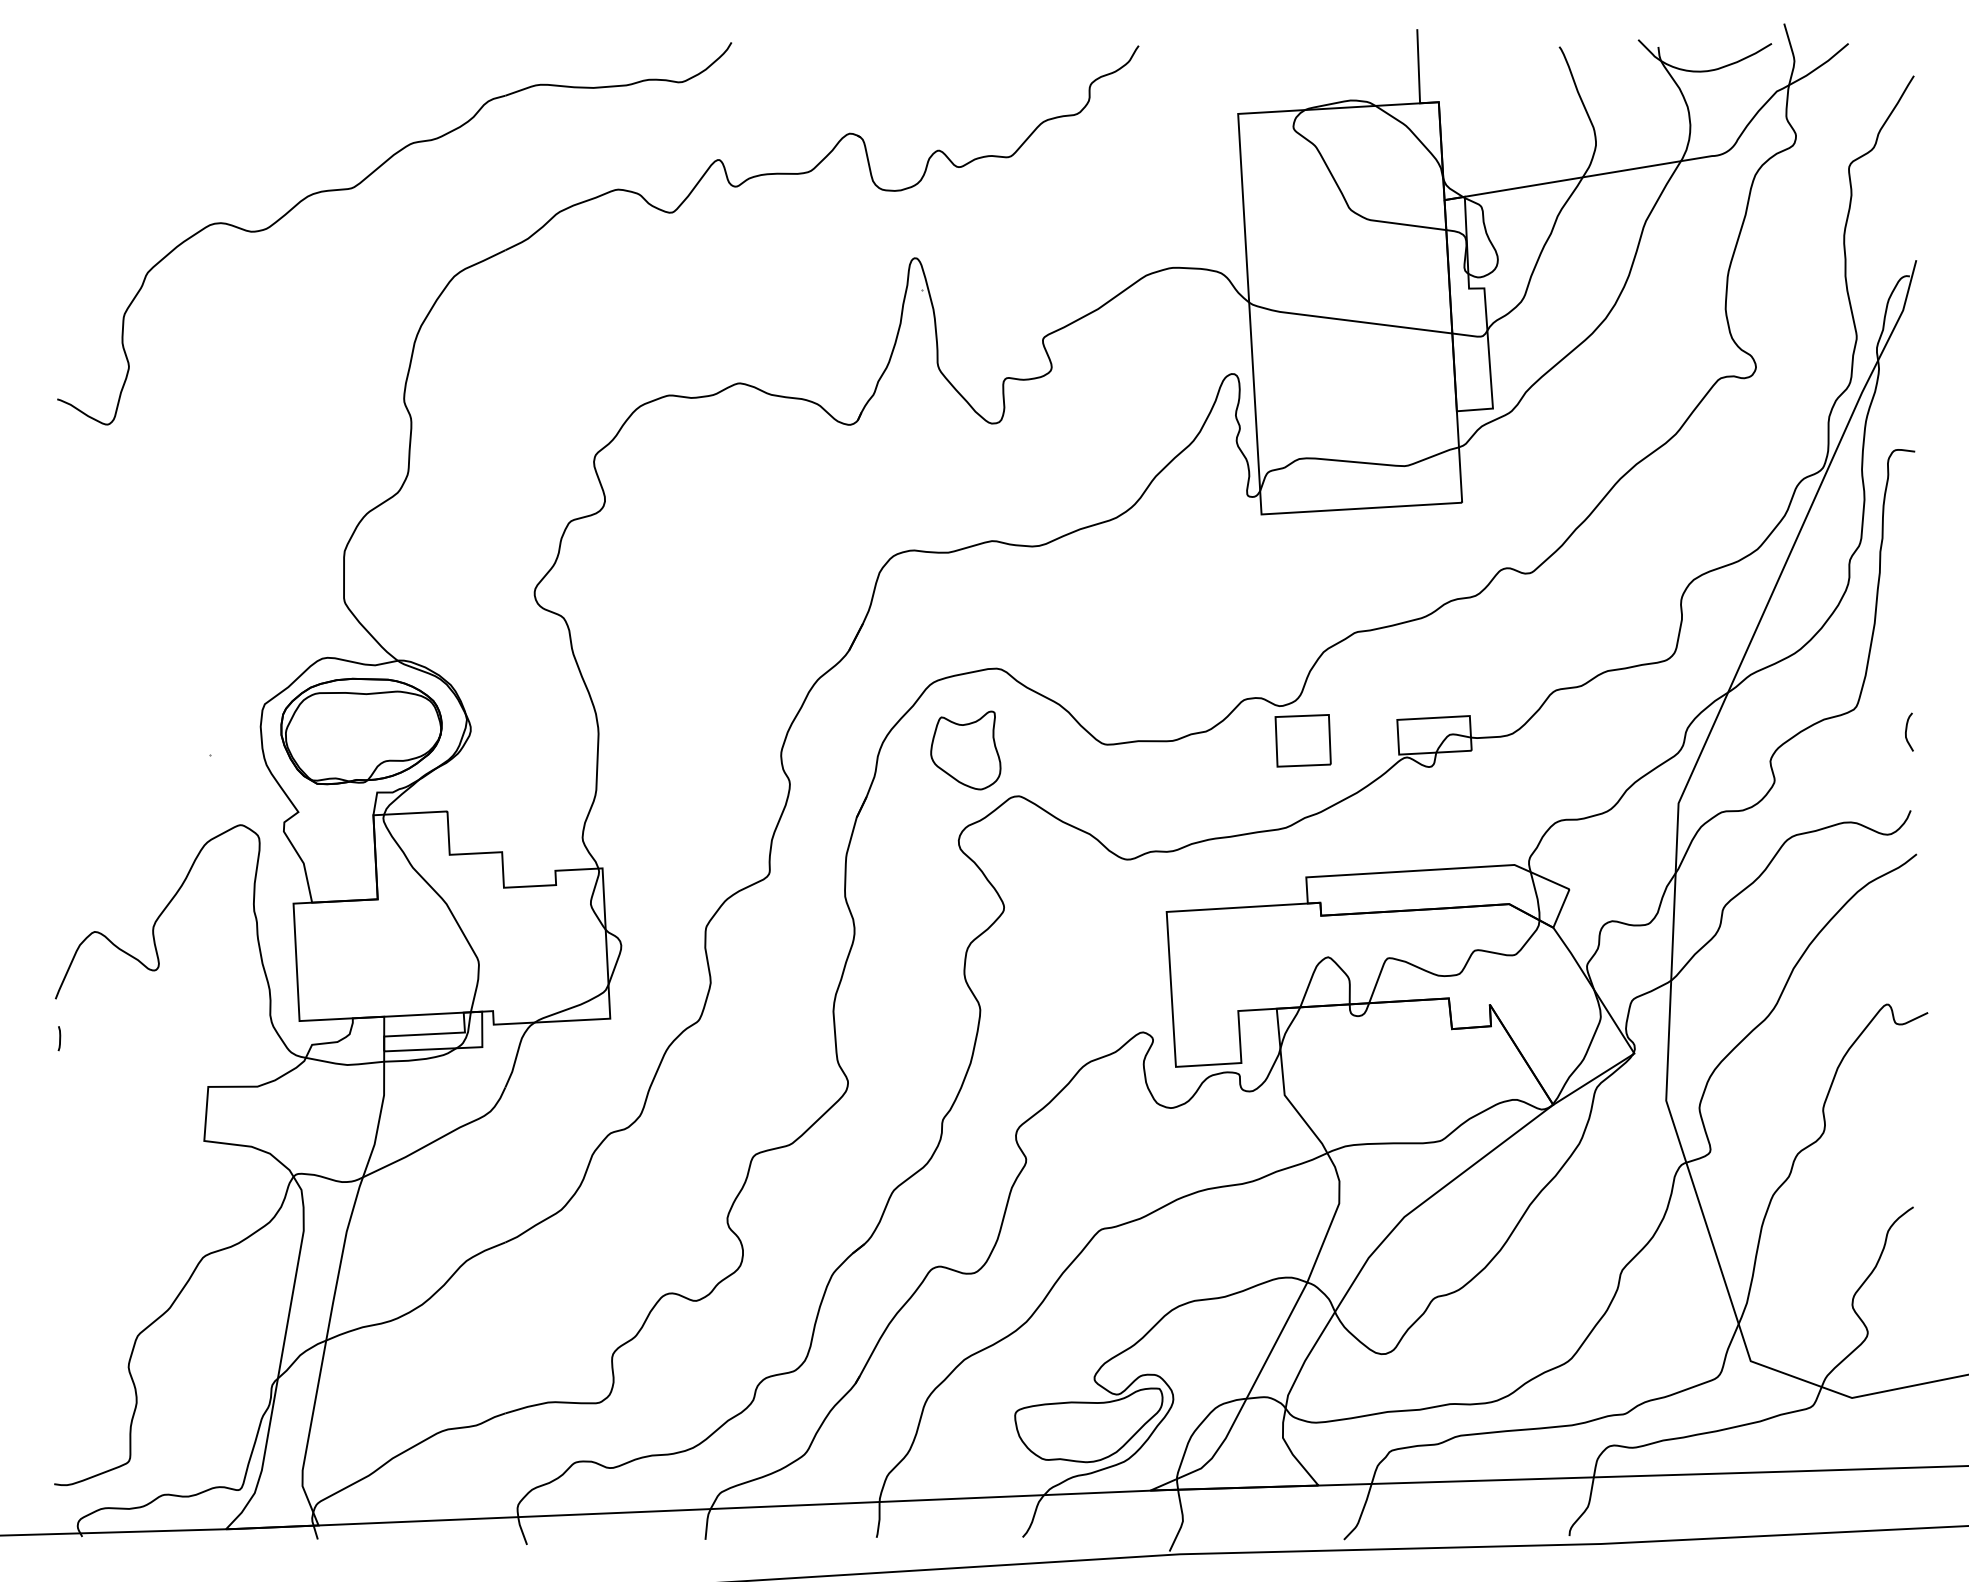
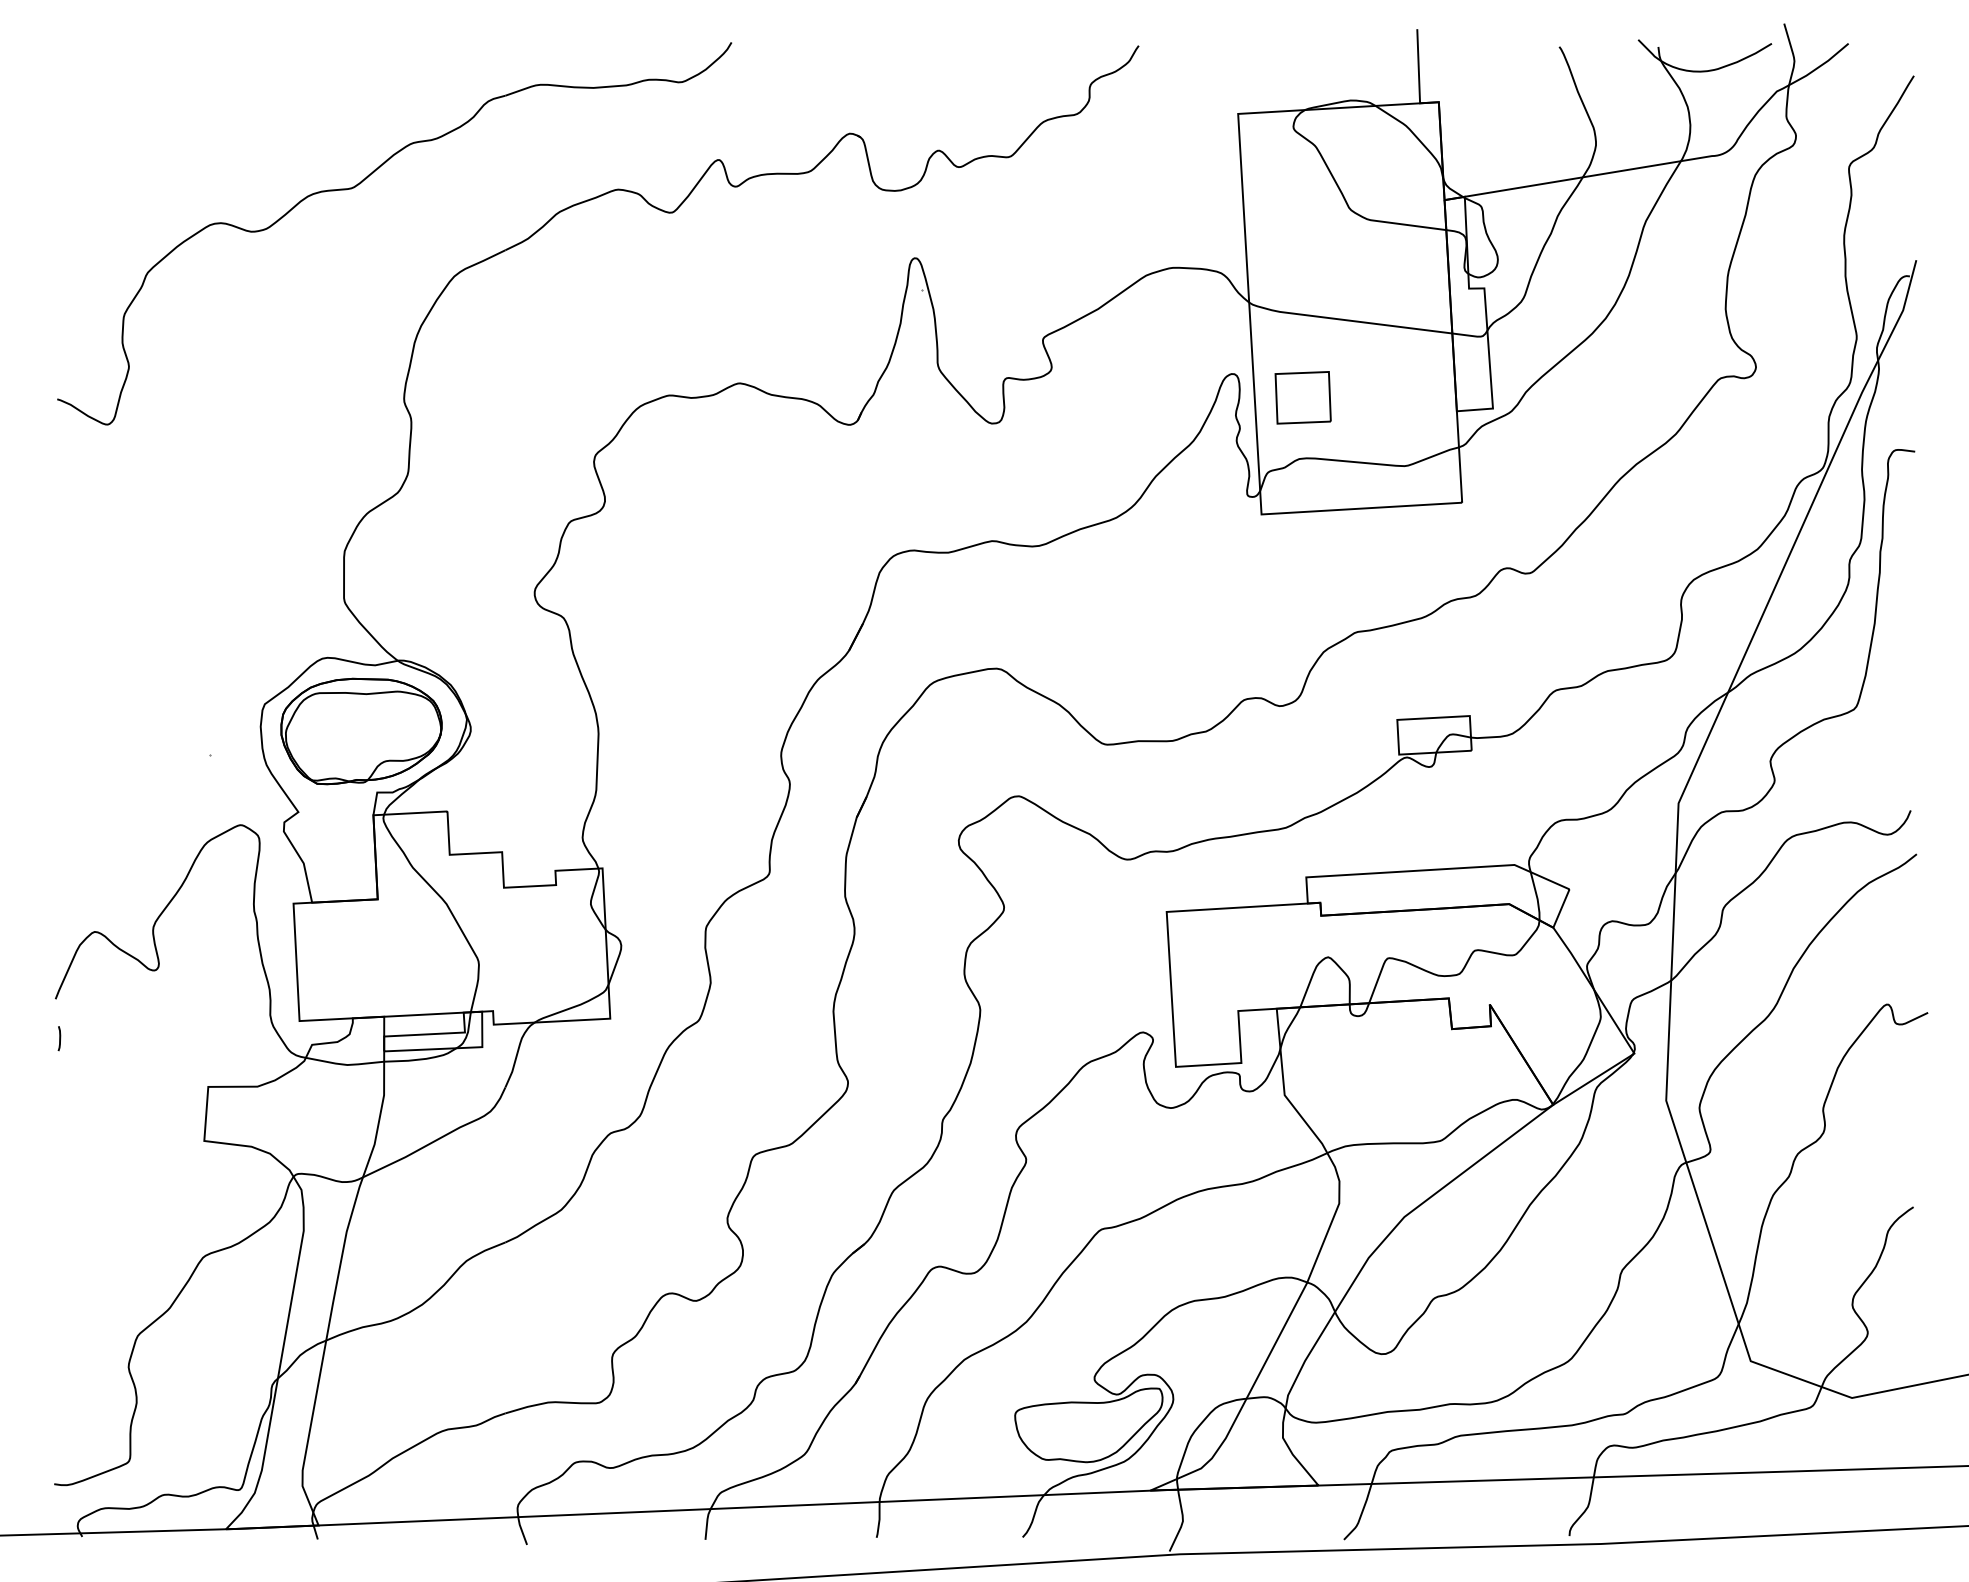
curve at (1907, 729): present -> none
part at (1302, 740) position: (1302, 740) -> (1302, 397)
part at (965, 750): present -> none
